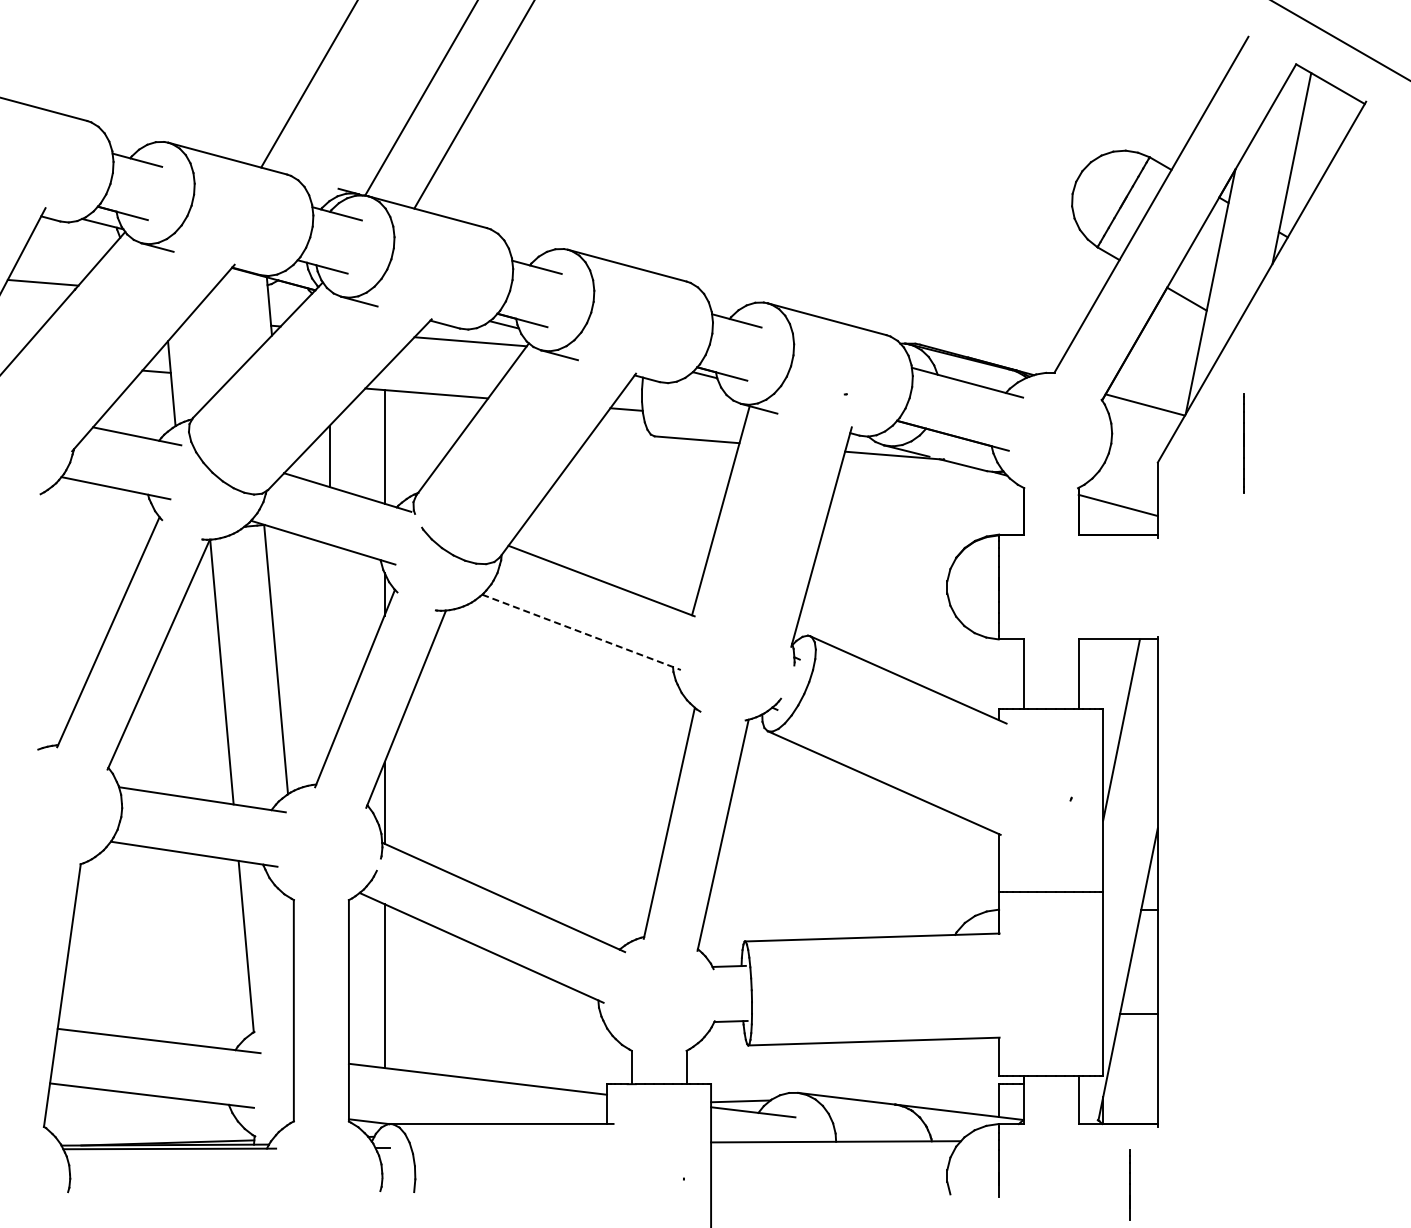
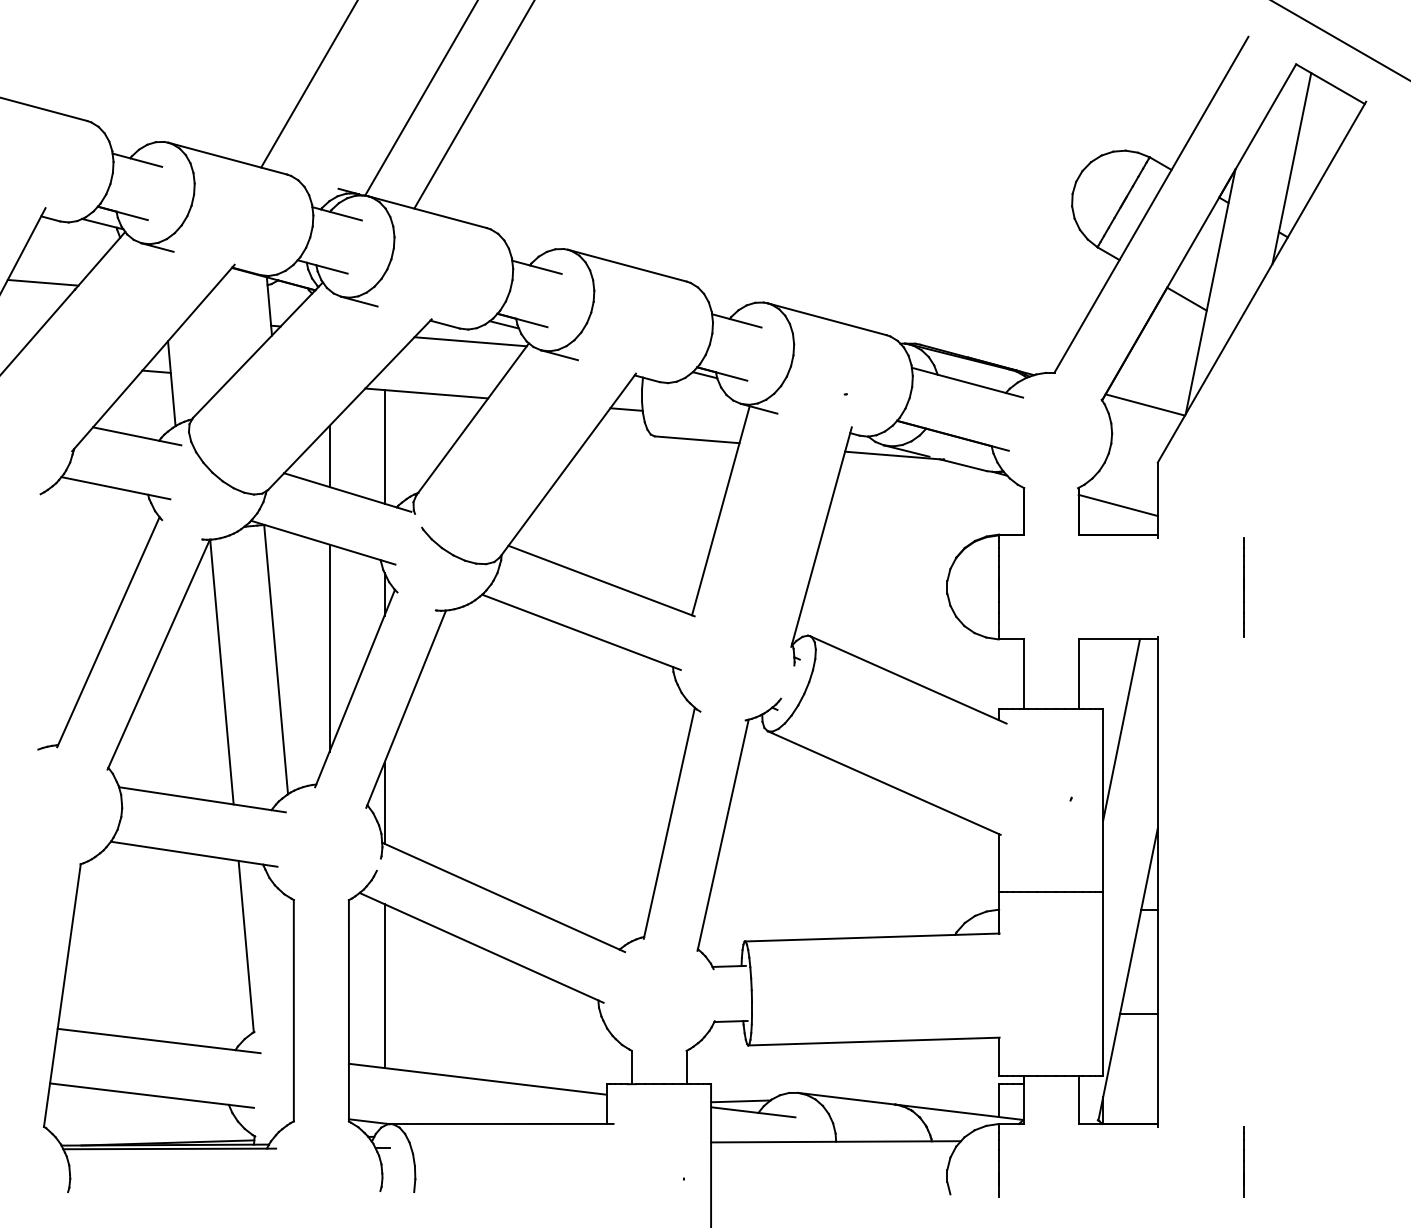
line at (1243, 443) position: (1243, 443) -> (1243, 587)
line at (581, 632): dashed -> solid
line at (329, 647): none -> present
line at (1129, 1184) position: (1129, 1184) -> (1243, 1161)
